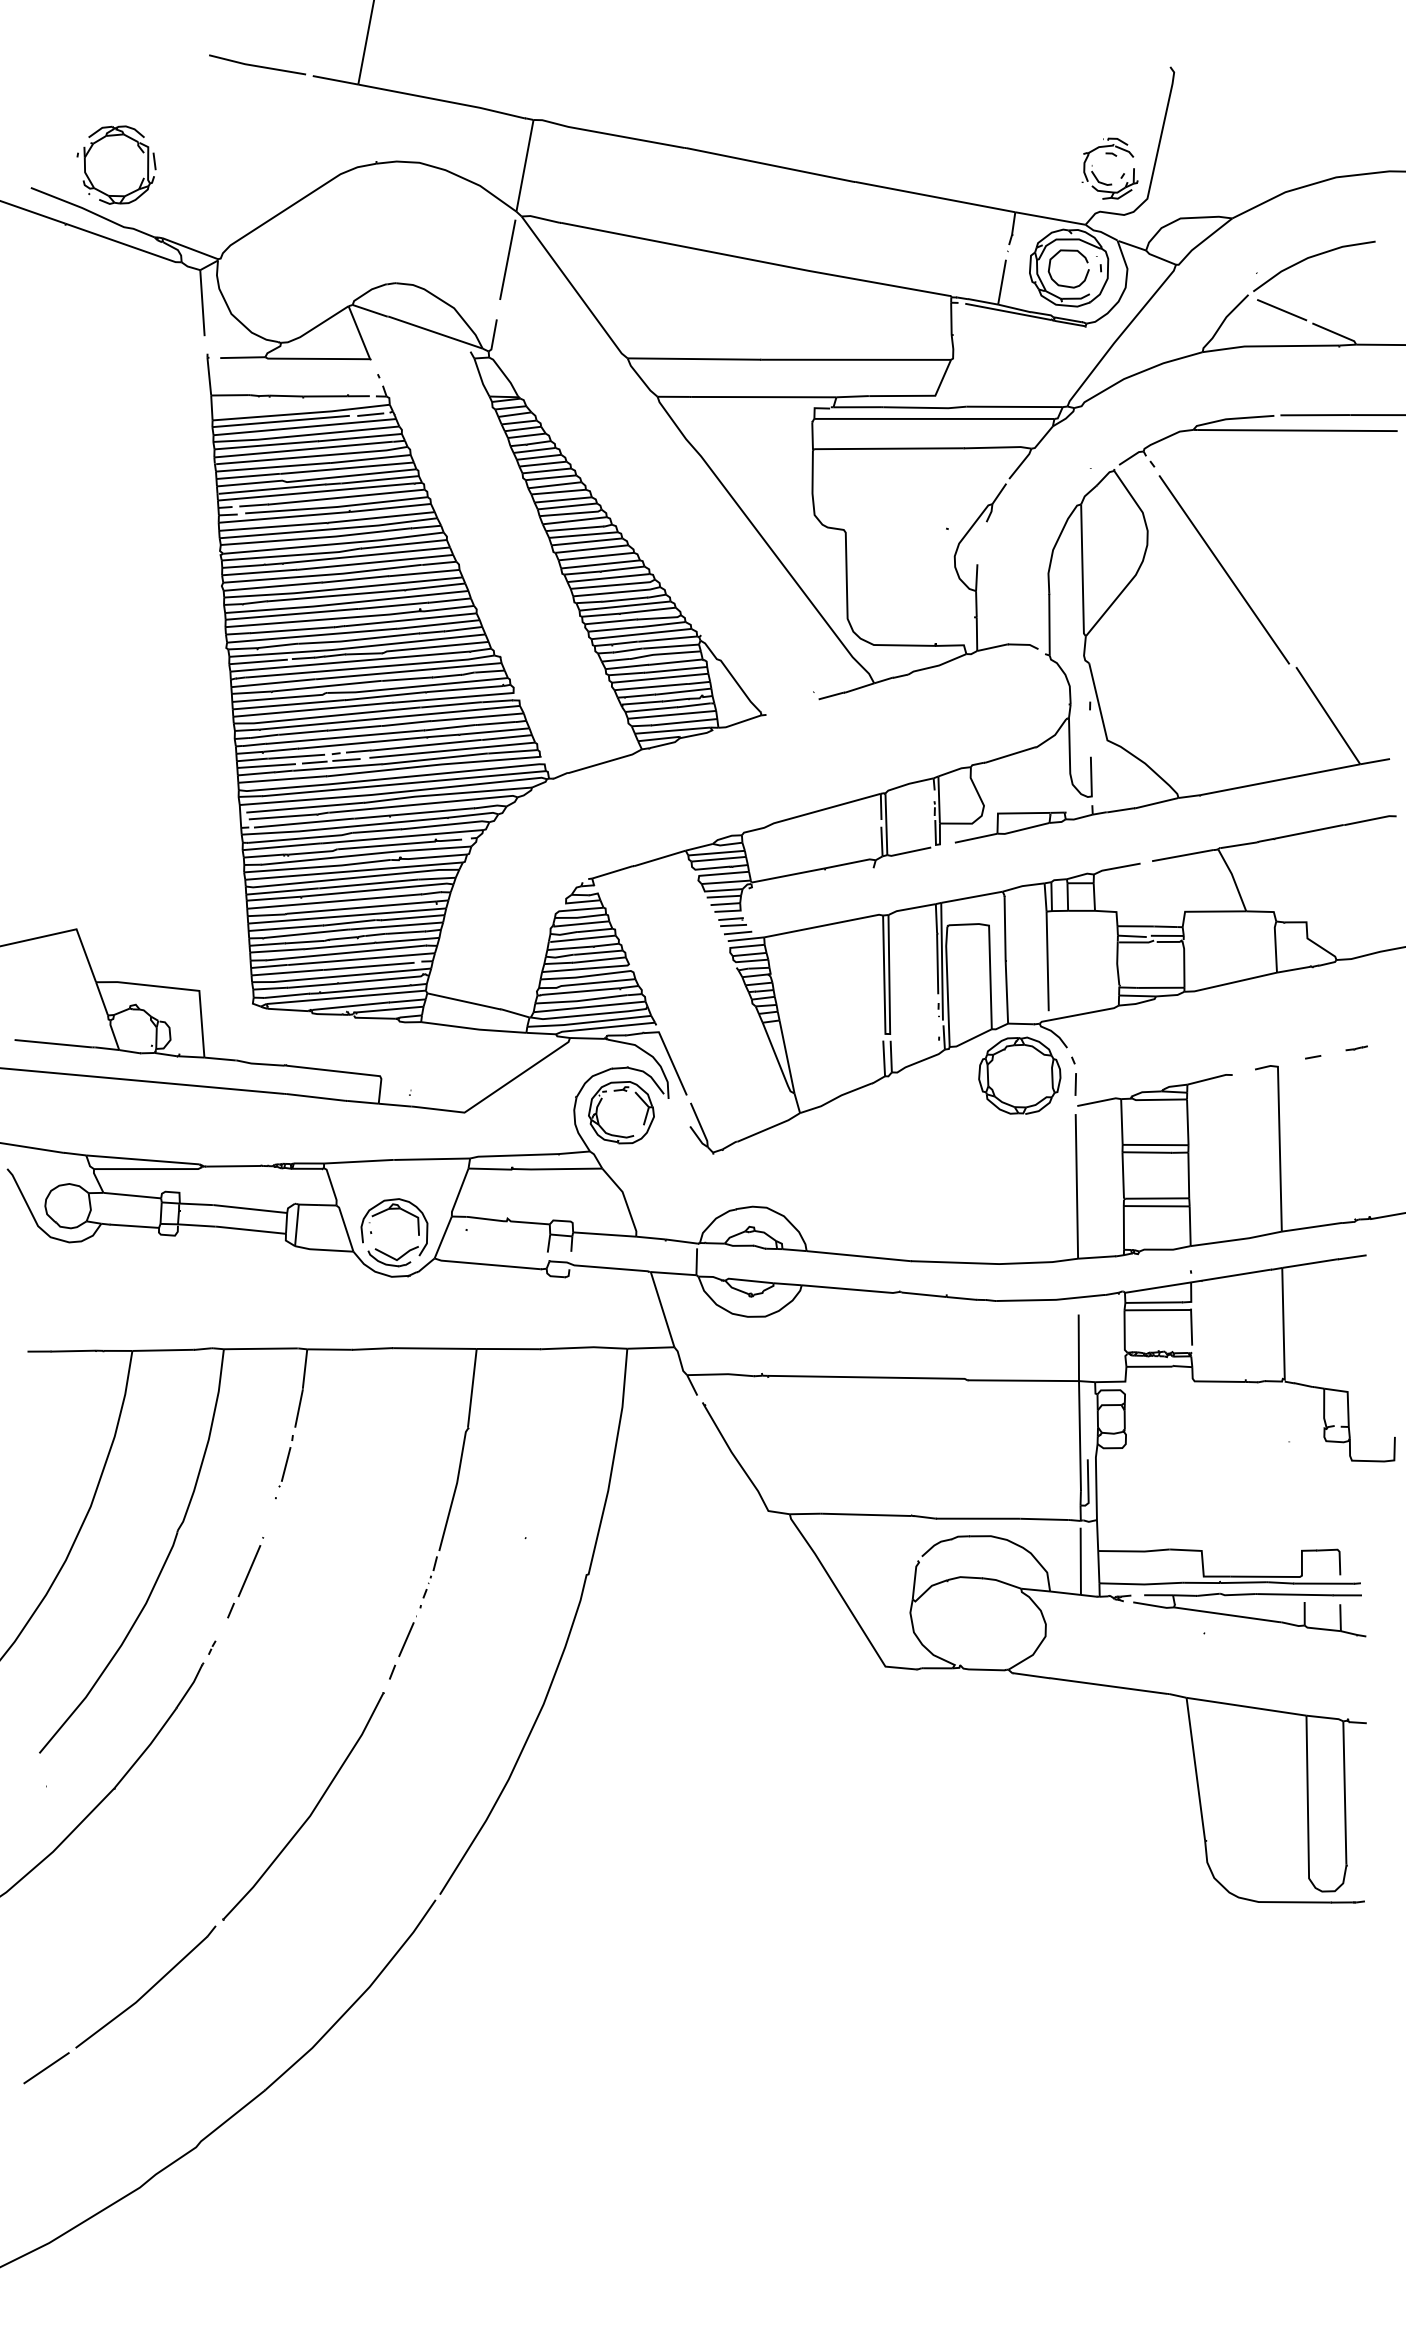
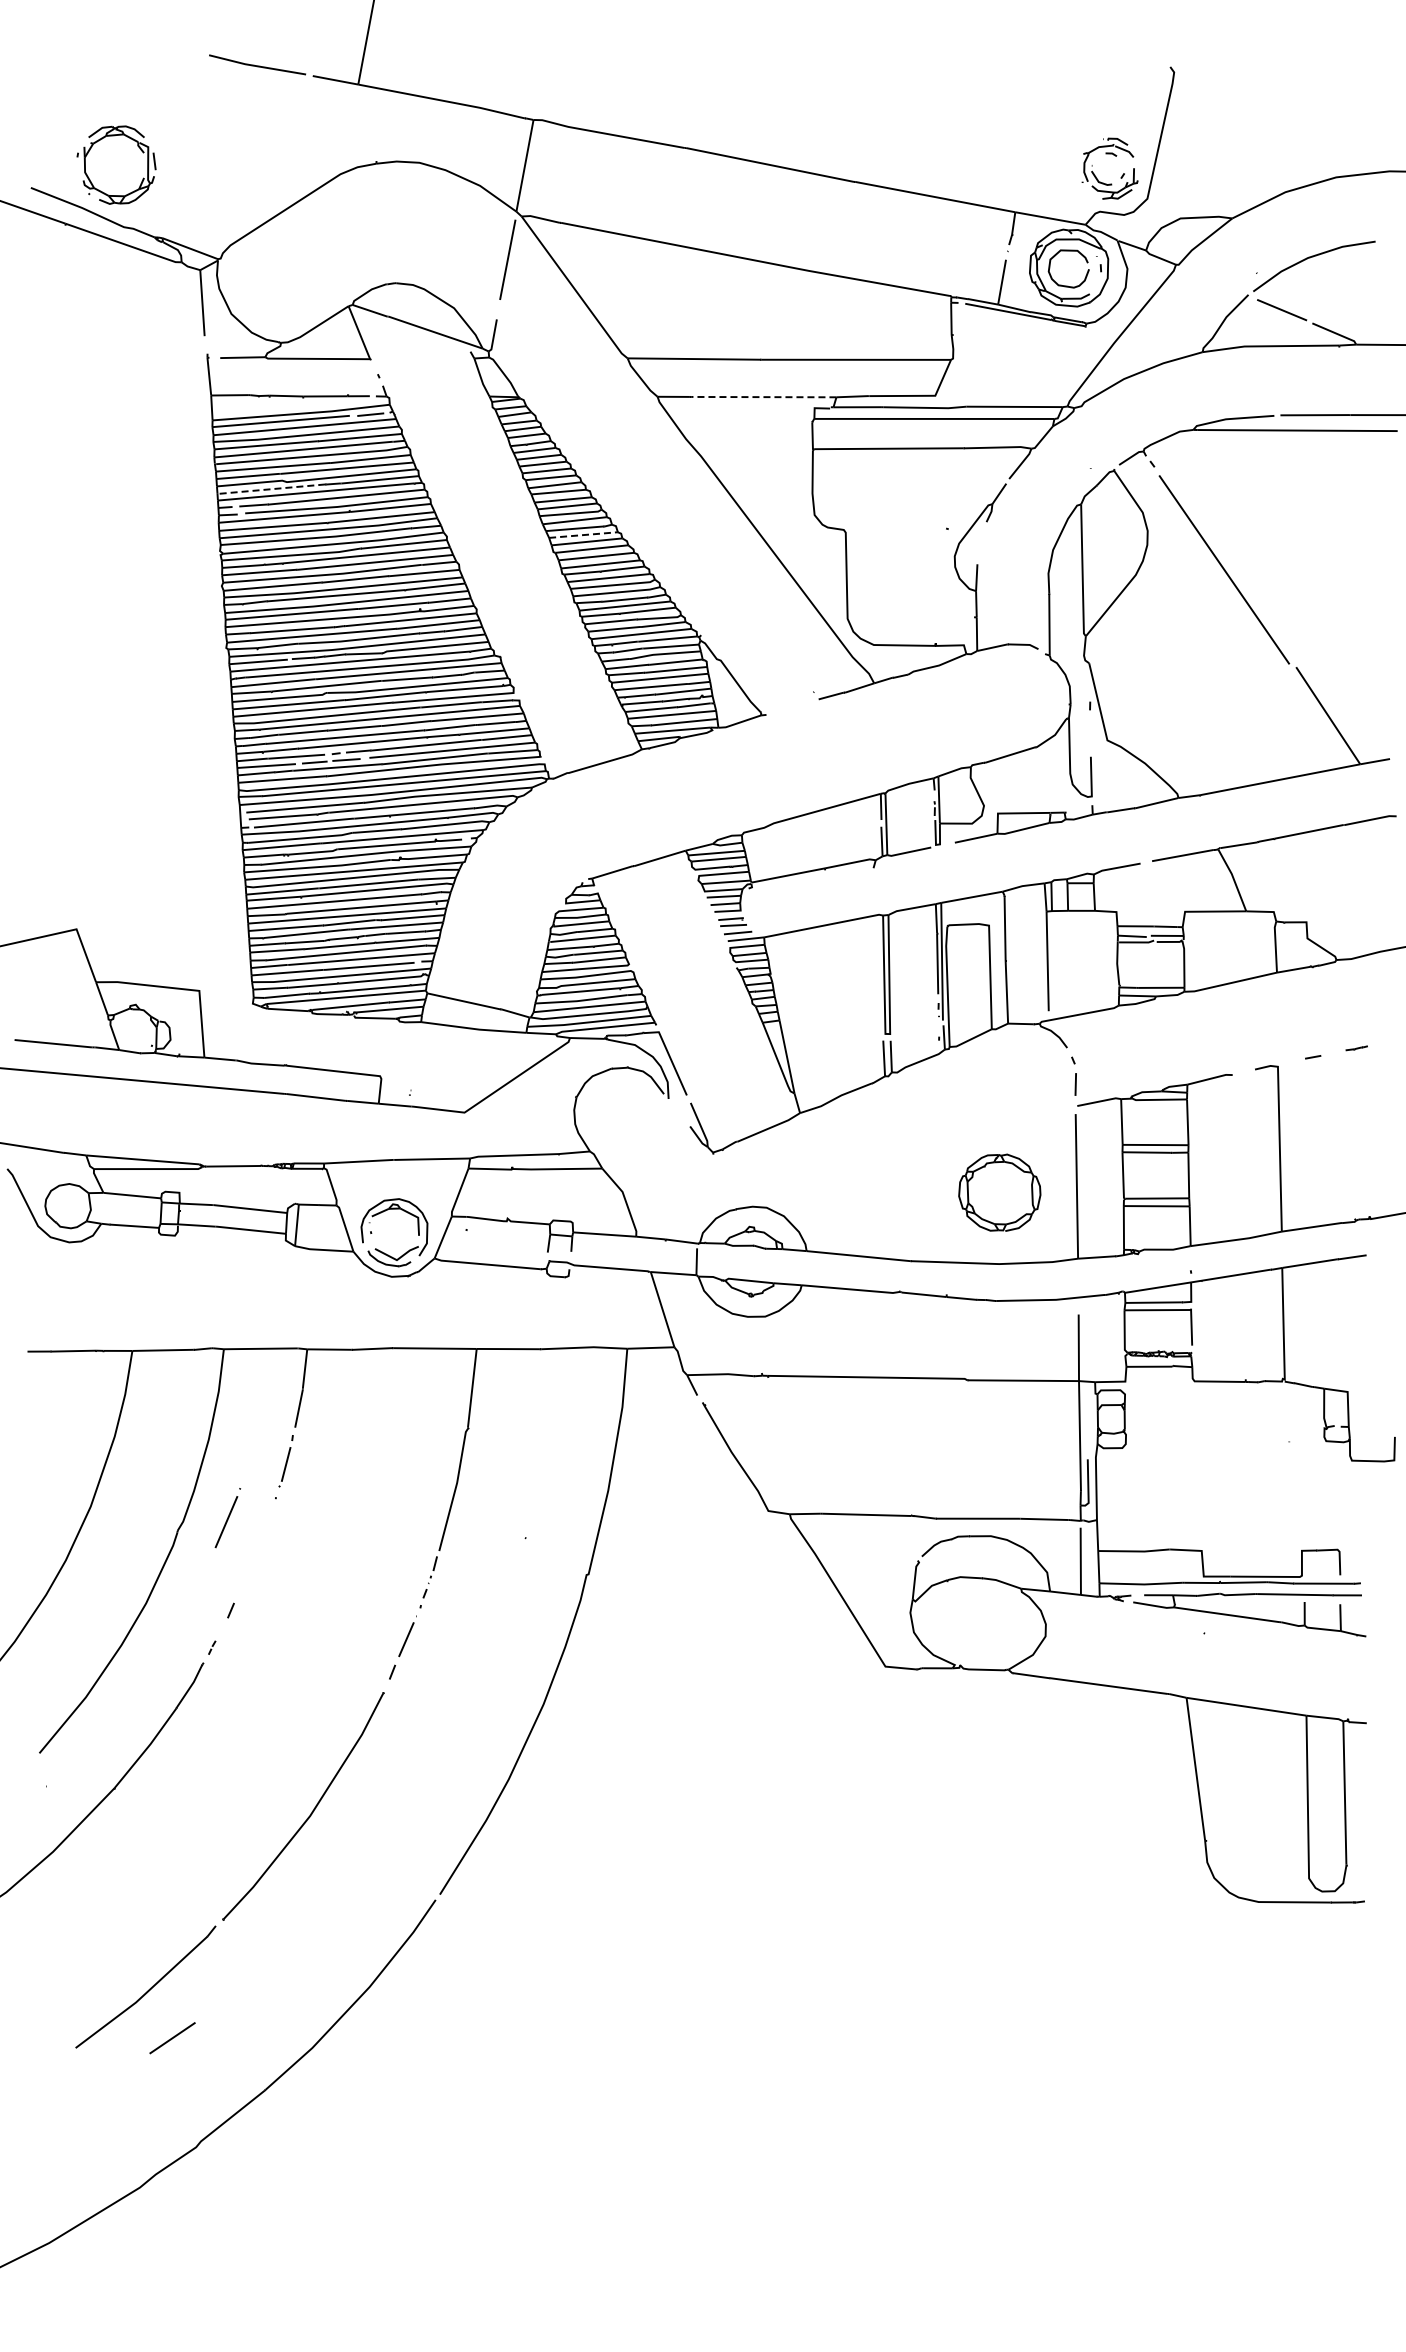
line at (763, 397): solid -> dashed
line at (271, 489): solid -> dashed
line at (584, 535): solid -> dashed
part at (1019, 1075) position: (1019, 1075) -> (999, 1192)
part at (621, 1112): present -> none
line at (250, 1567) position: (250, 1567) -> (227, 1518)
line at (46, 2068) position: (46, 2068) -> (172, 2038)
